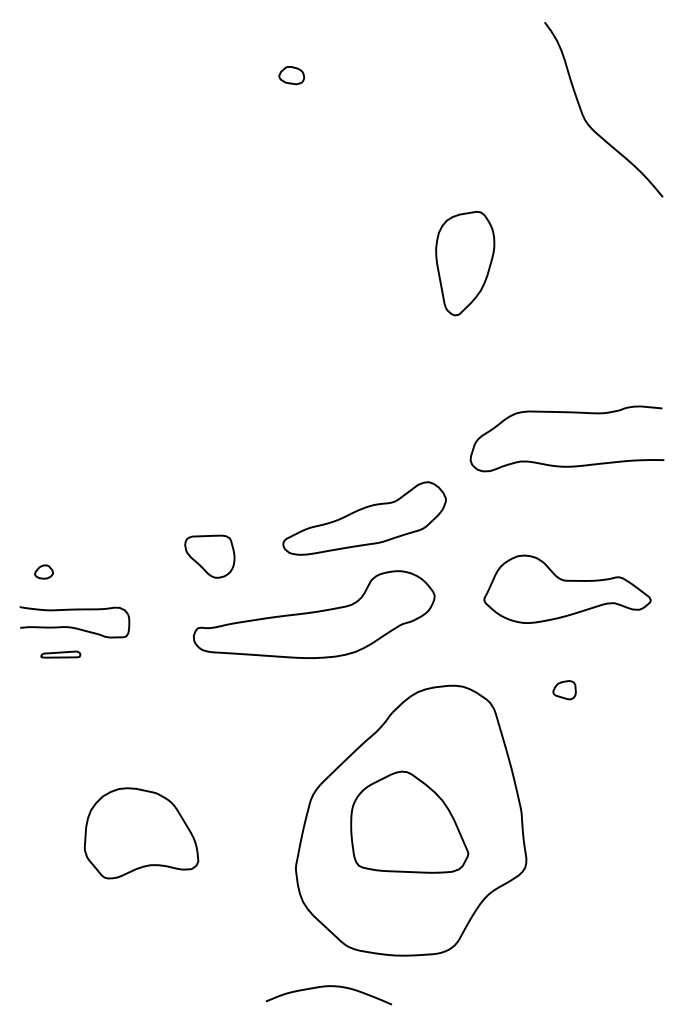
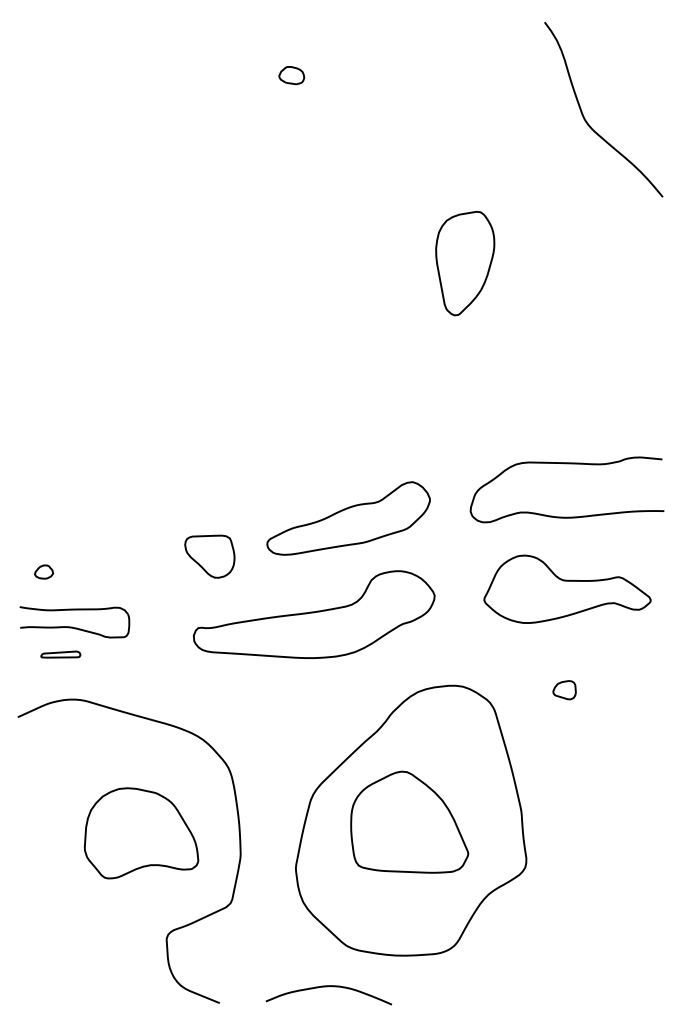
curve at (566, 413) position: (566, 413) -> (566, 464)
part at (364, 518) position: (364, 518) -> (348, 518)
curve at (172, 929): none -> present
